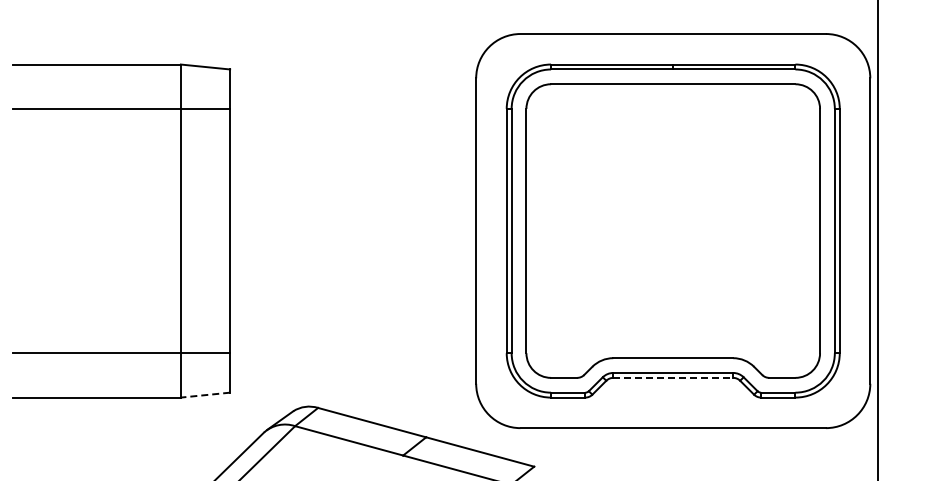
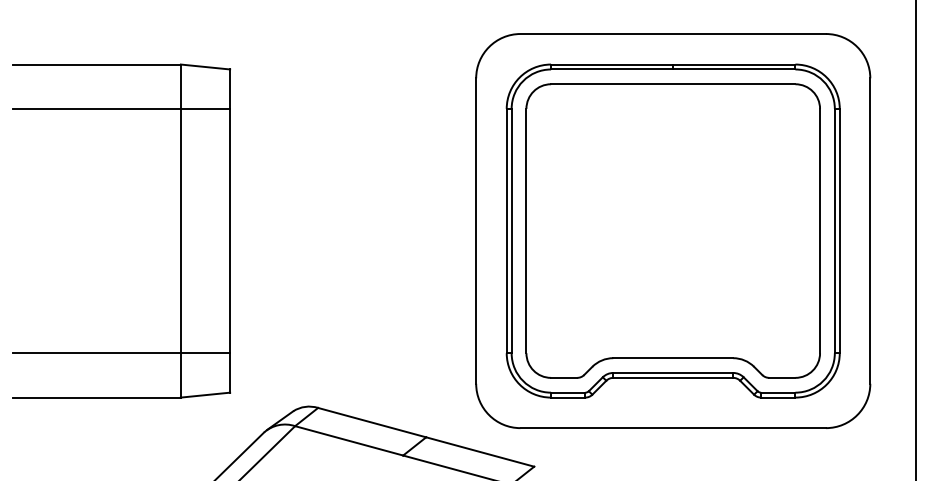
line at (877, 239) position: (877, 239) -> (915, 239)
line at (673, 377): dashed -> solid
line at (205, 395): dashed -> solid
